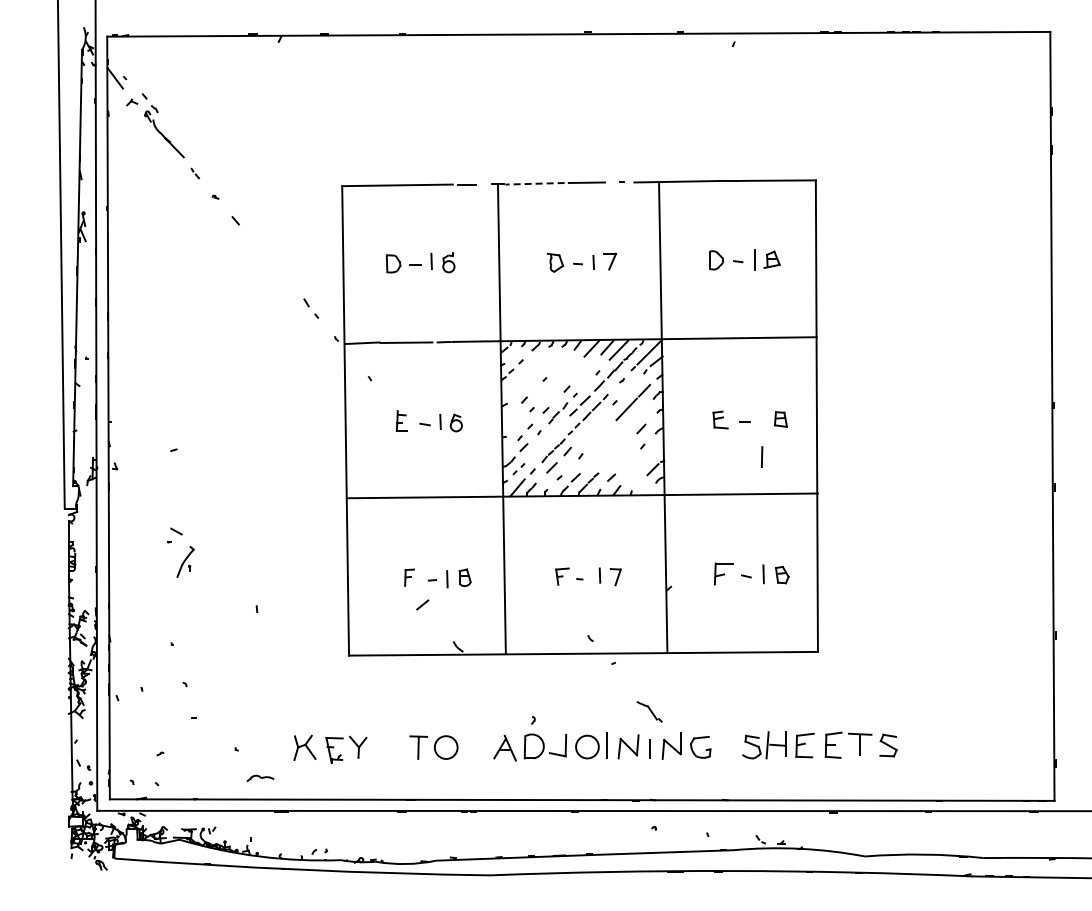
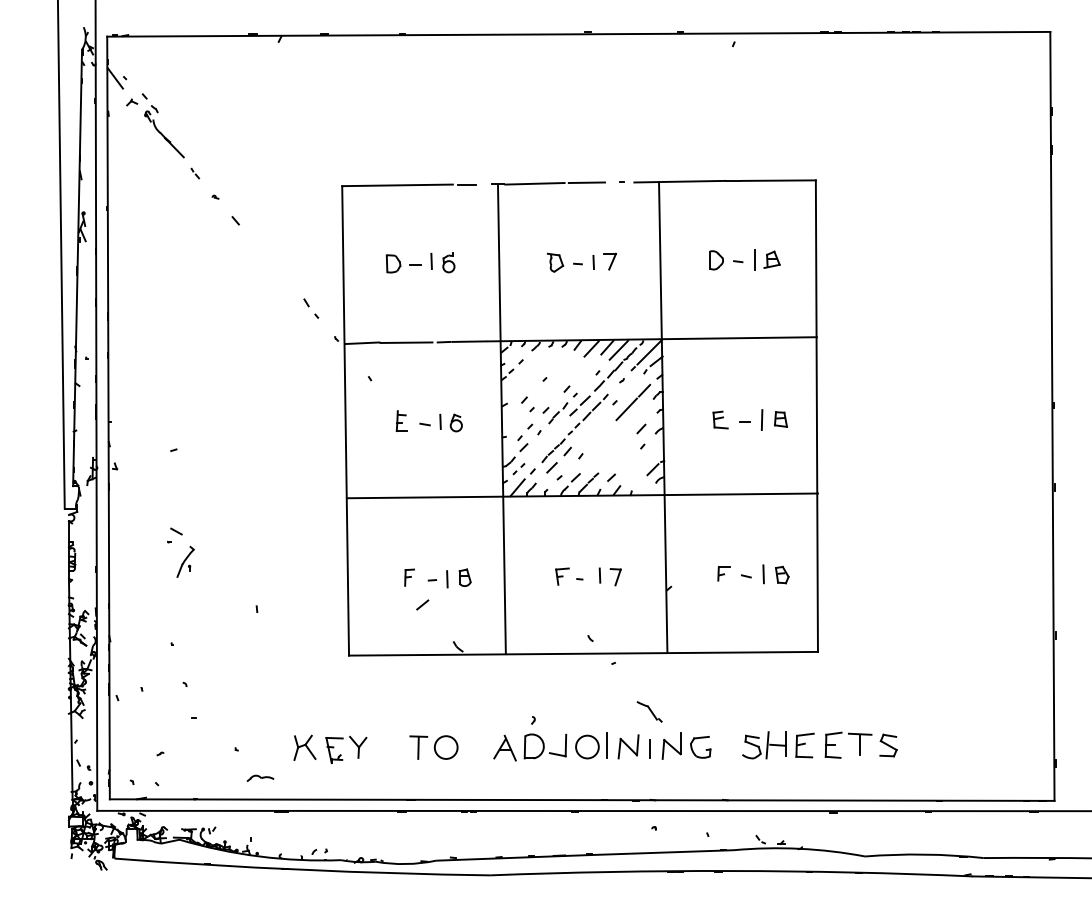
line at (534, 183): dashed -> solid
line at (761, 456) position: (761, 456) -> (761, 419)
part at (723, 573) size: 20x24 px -> 14x16 px
